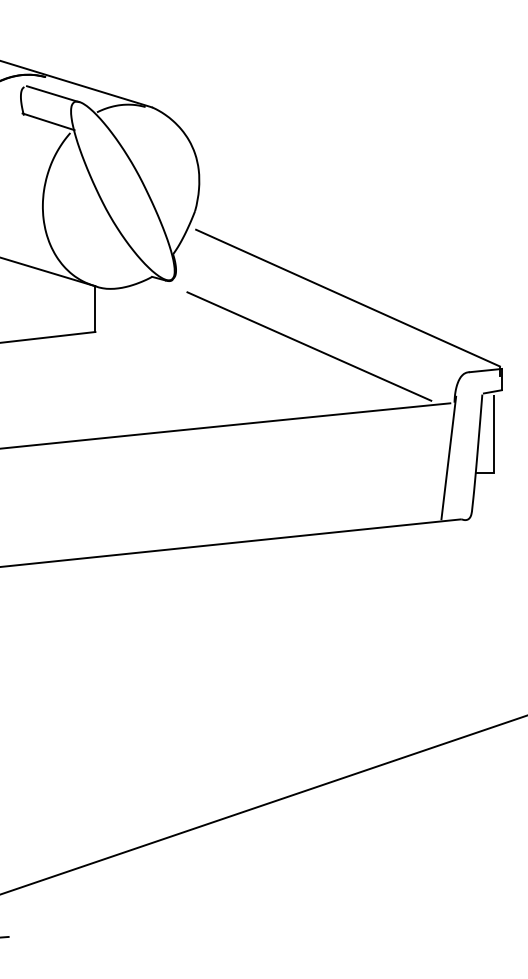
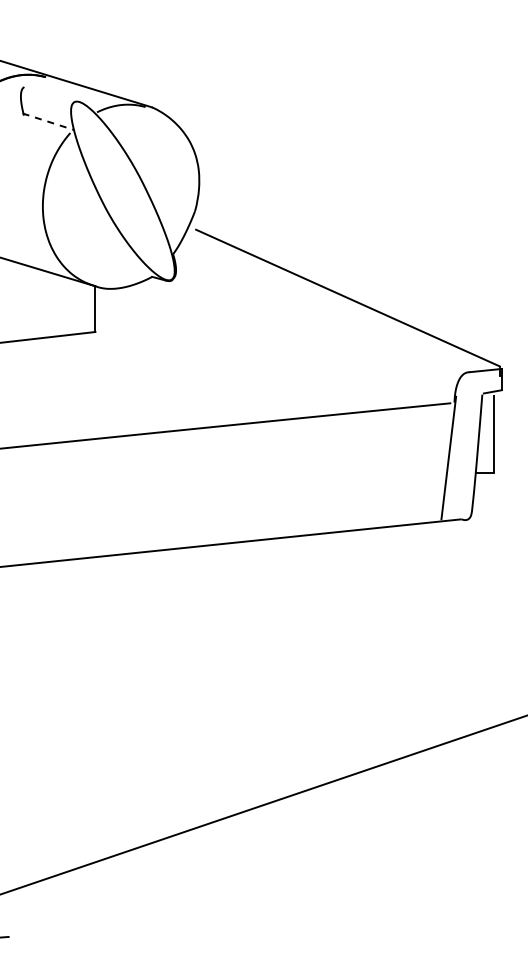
line at (52, 94): present -> none
line at (49, 121): solid -> dashed
line at (309, 346): present -> none
